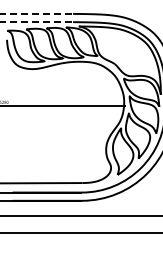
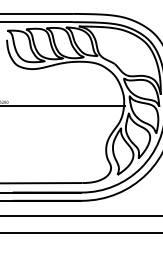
line at (37, 13): dashed -> solid
line at (37, 22): dashed -> solid
